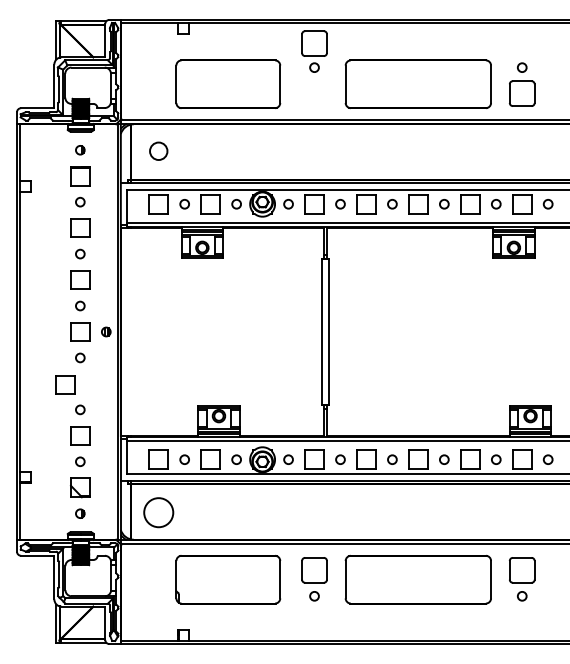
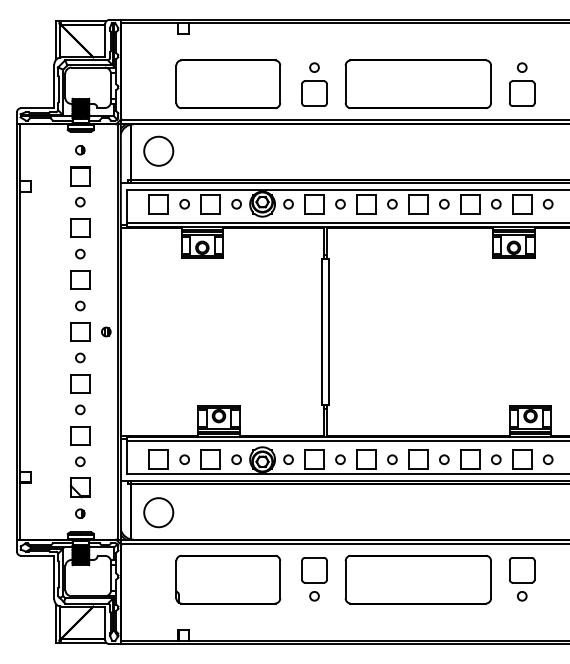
part at (314, 43) position: (314, 43) -> (314, 93)
circle at (158, 151) diameter: 17 px -> 29 px
part at (65, 384) position: (65, 384) -> (80, 383)
